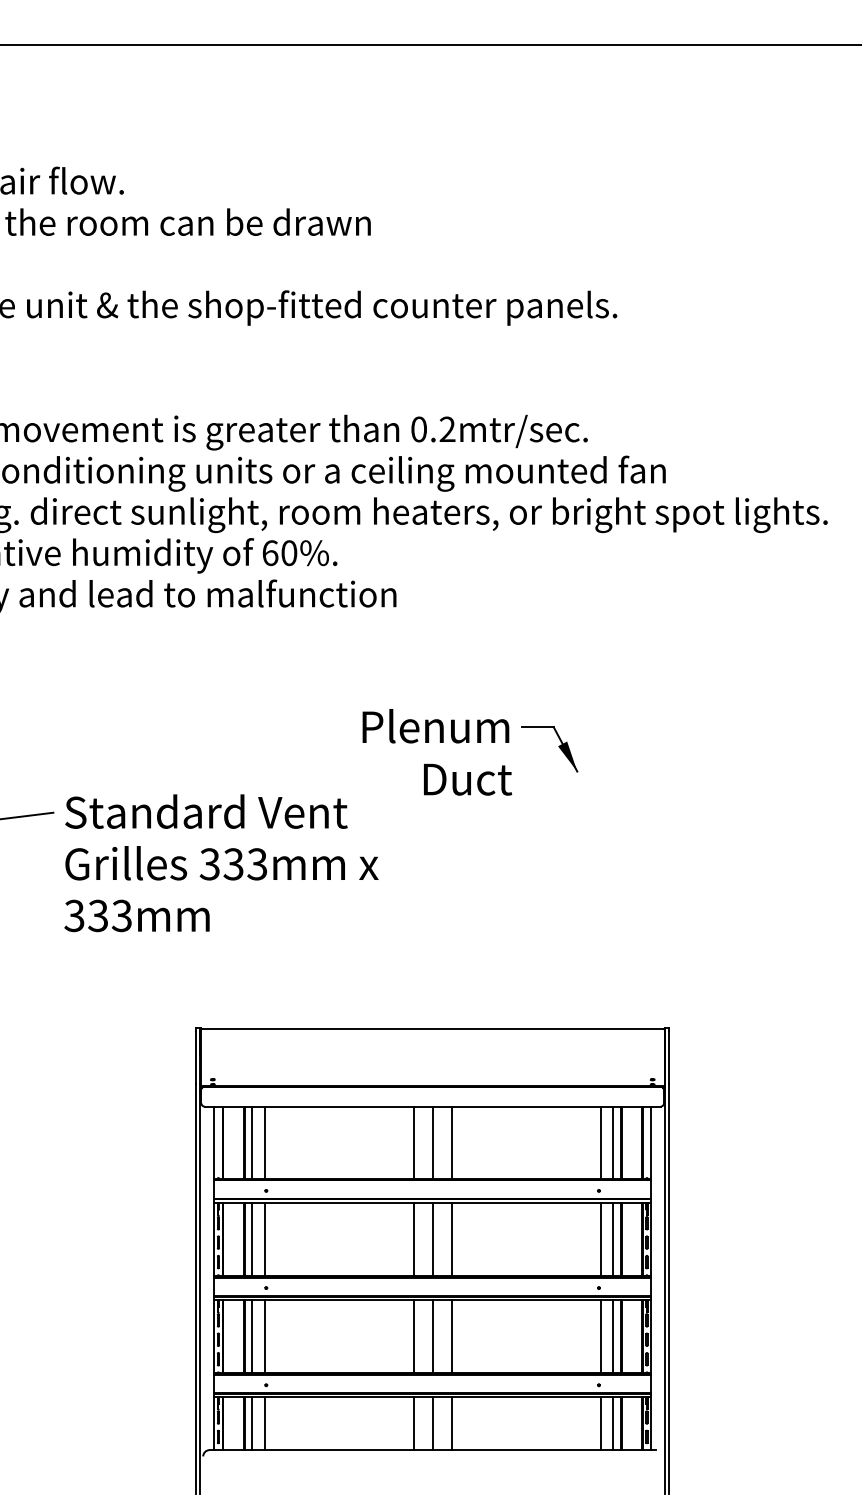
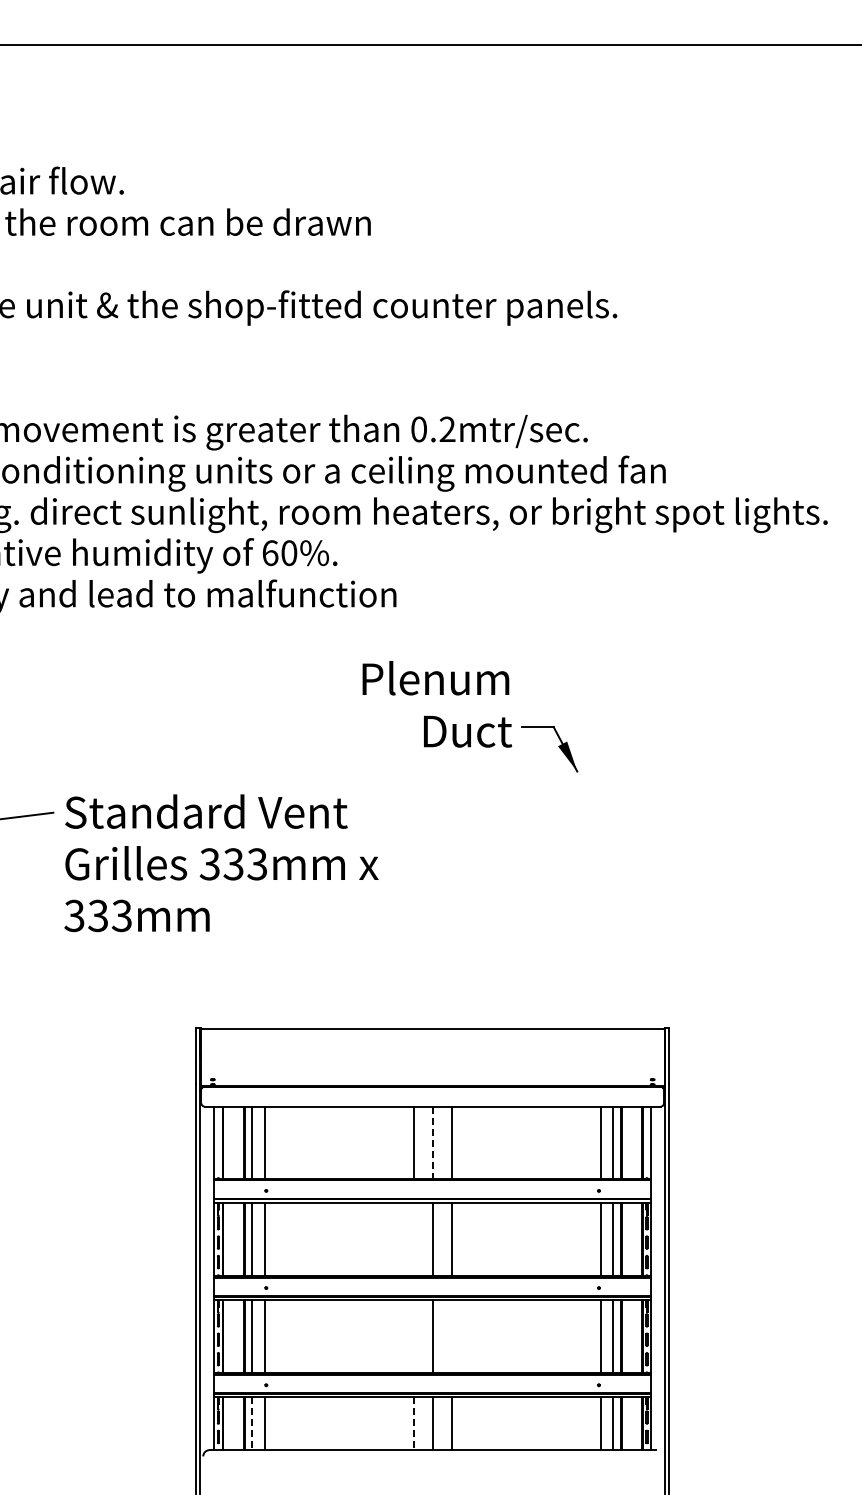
text at (437, 752) position: (437, 752) -> (437, 704)
line at (432, 1142): solid -> dashed
line at (413, 1238): present -> none
line at (413, 1336): present -> none
line at (451, 1336): present -> none
line at (252, 1424): solid -> dashed
line at (413, 1424): solid -> dashed
